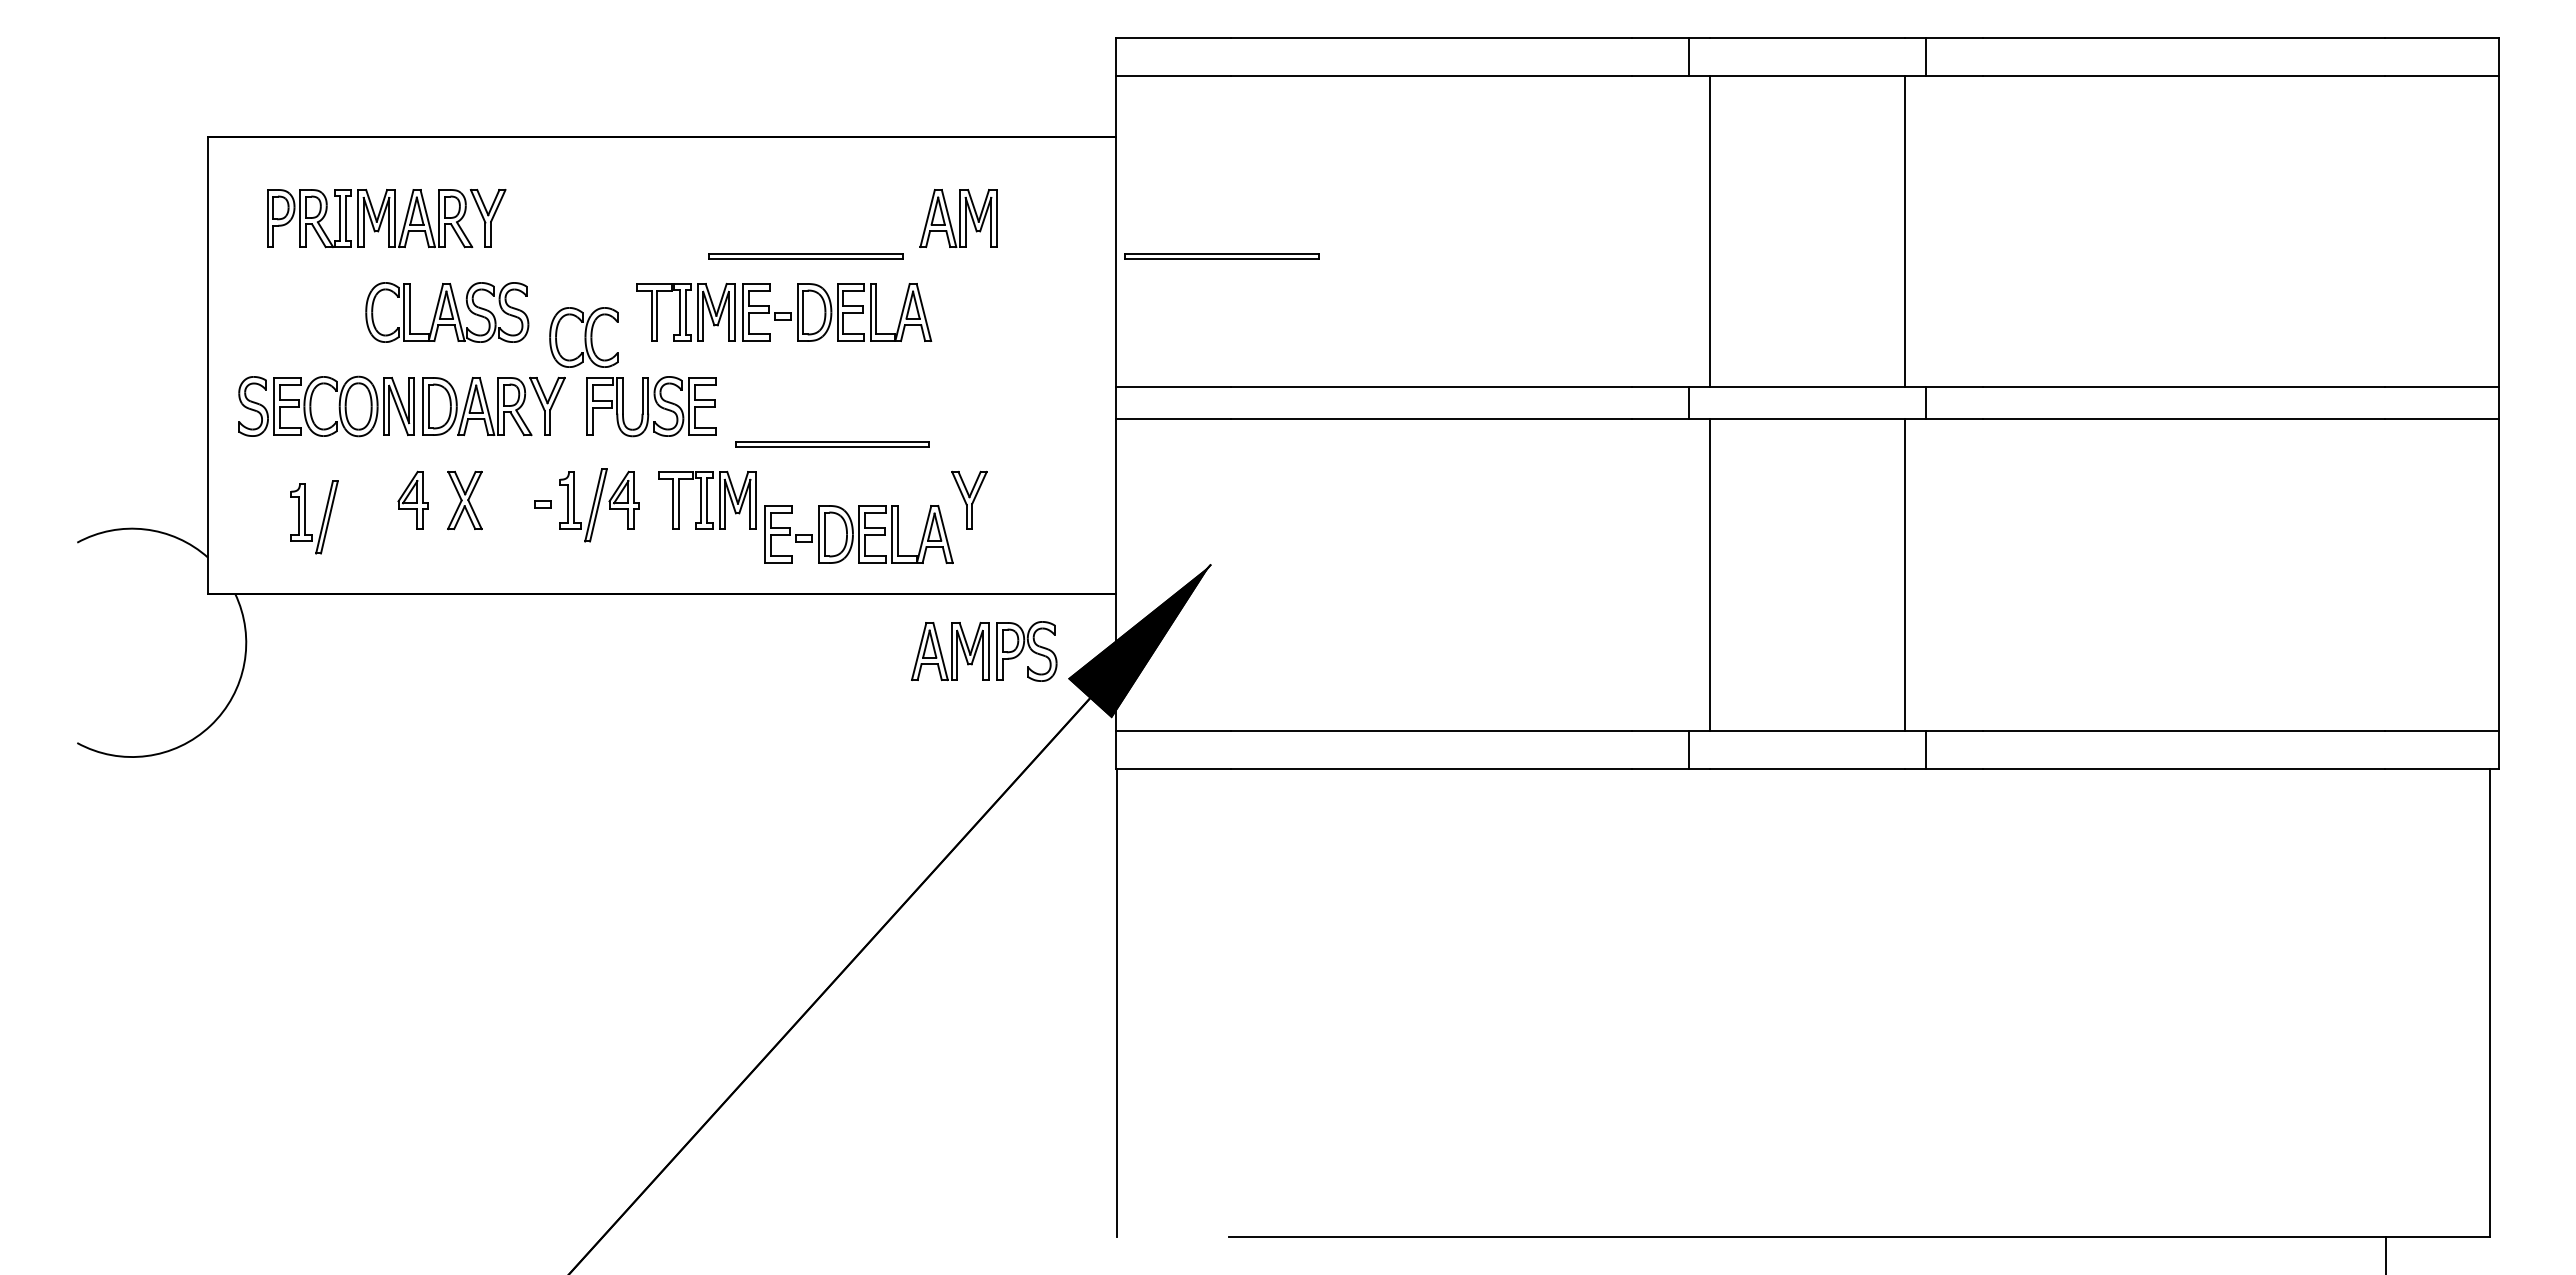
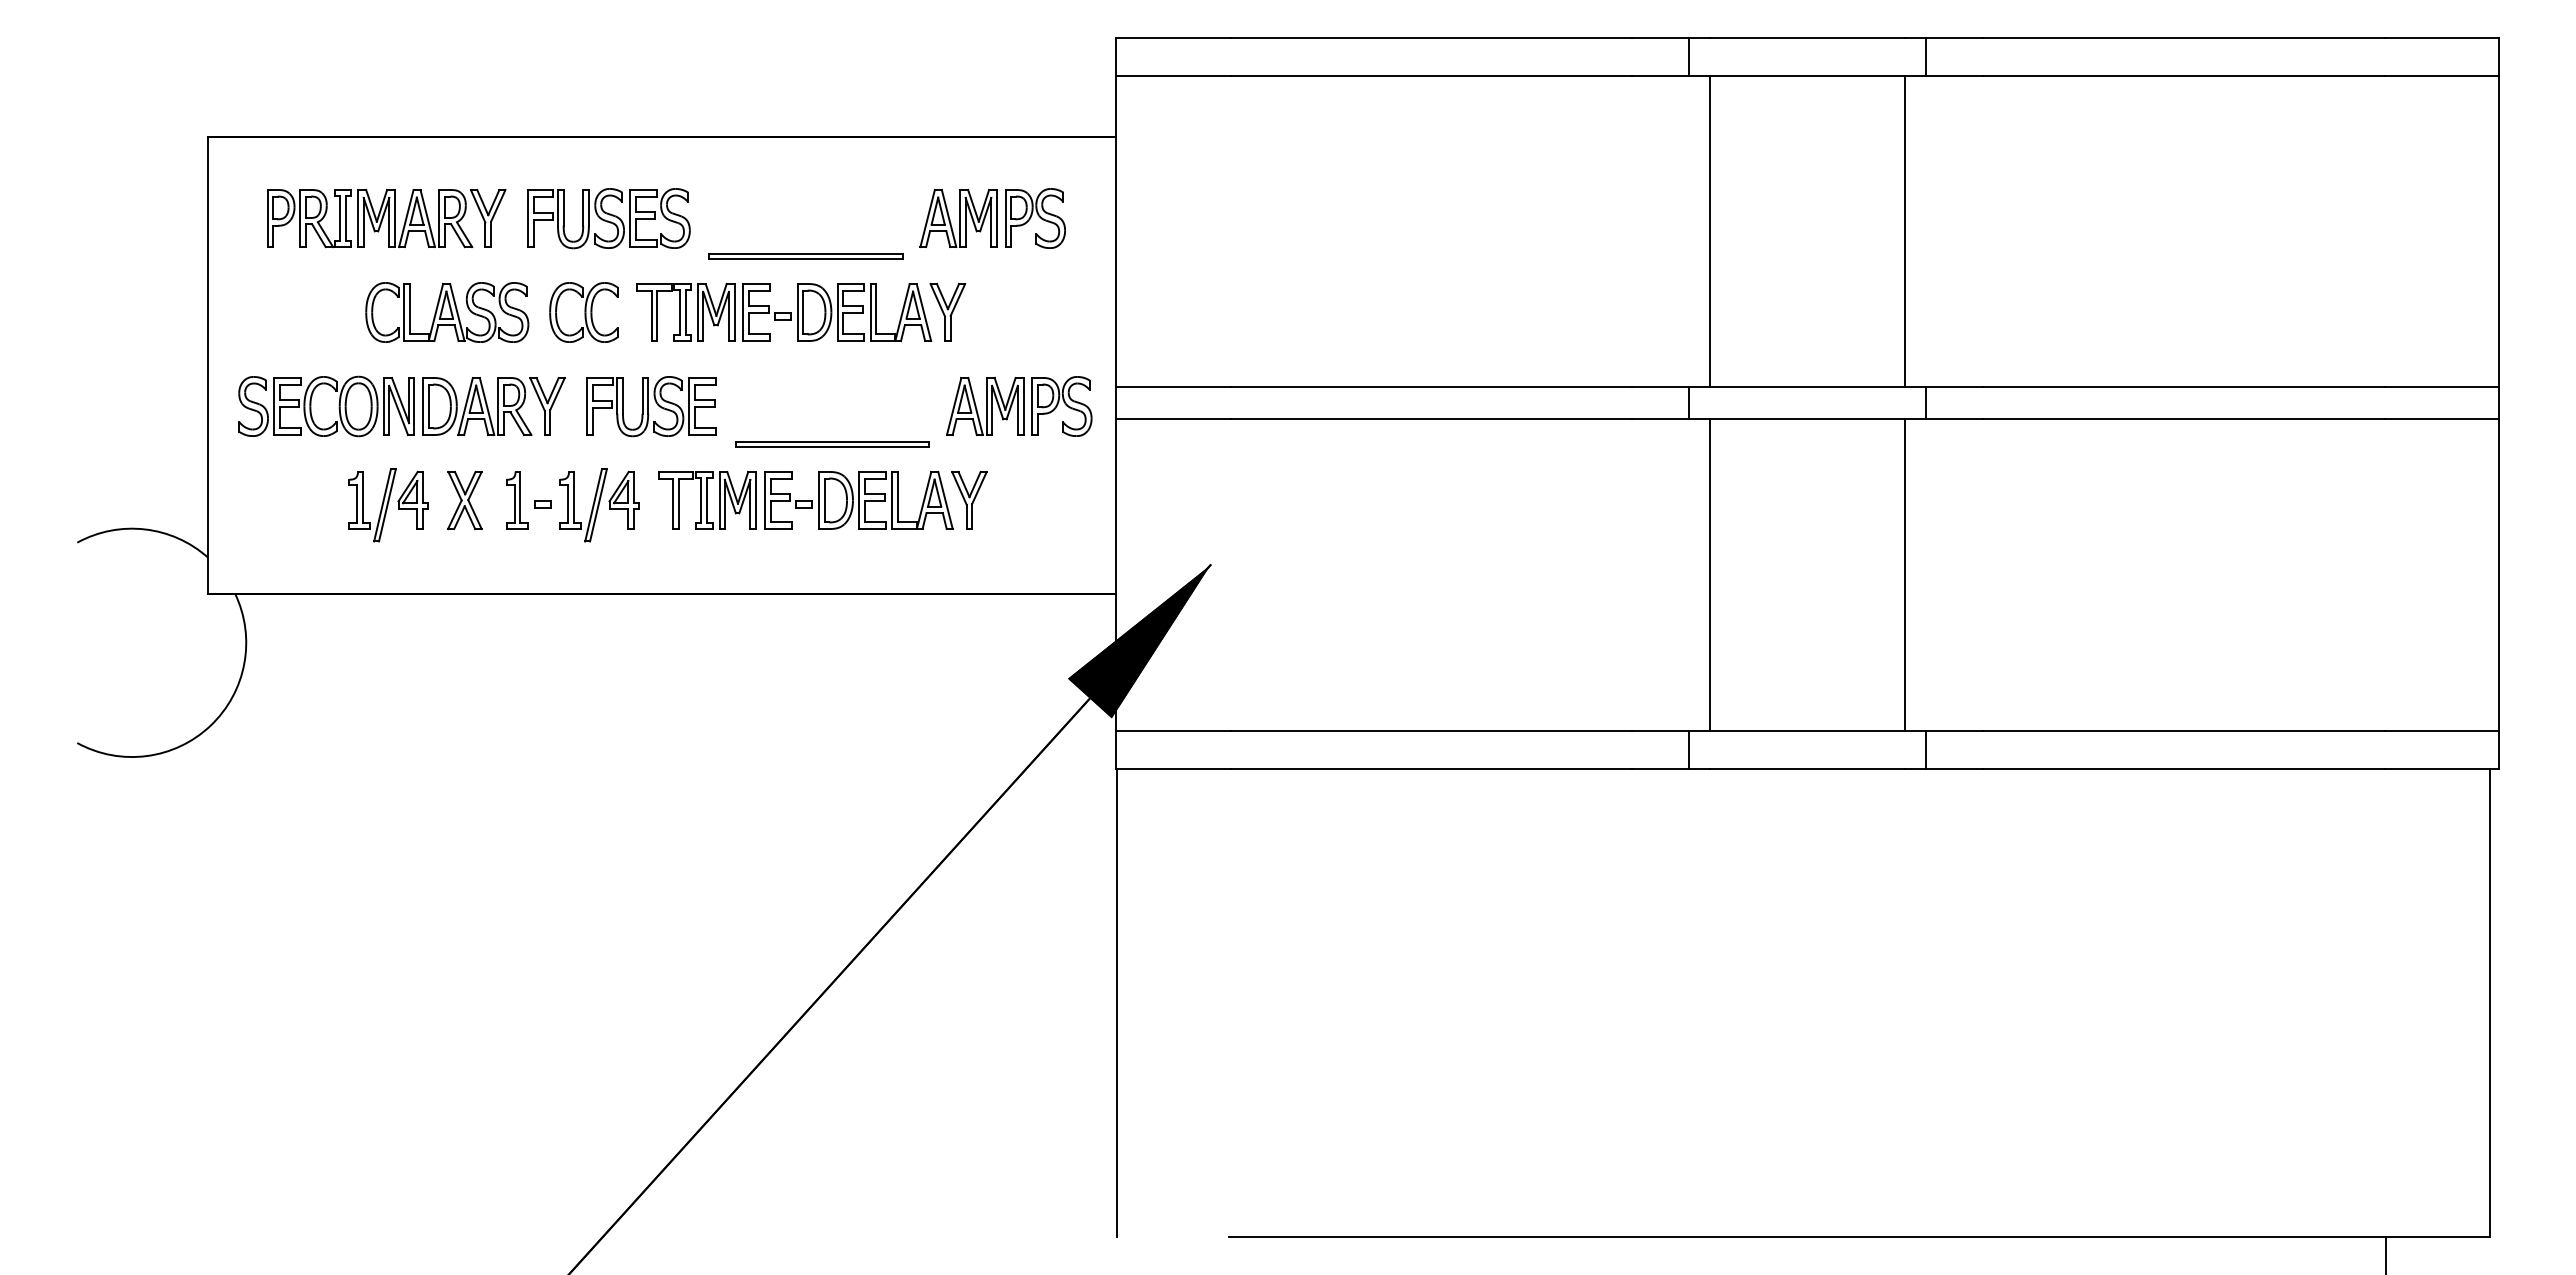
part at (608, 218): none -> present
part at (1035, 218): none -> present
part at (1221, 256): present -> none
part at (947, 312): none -> present
part at (583, 337) position: (583, 337) -> (583, 312)
part at (517, 500): none -> present
part at (322, 520) position: (322, 520) -> (380, 508)
part at (858, 534) position: (858, 534) -> (858, 500)
part at (984, 651) position: (984, 651) -> (1019, 406)
